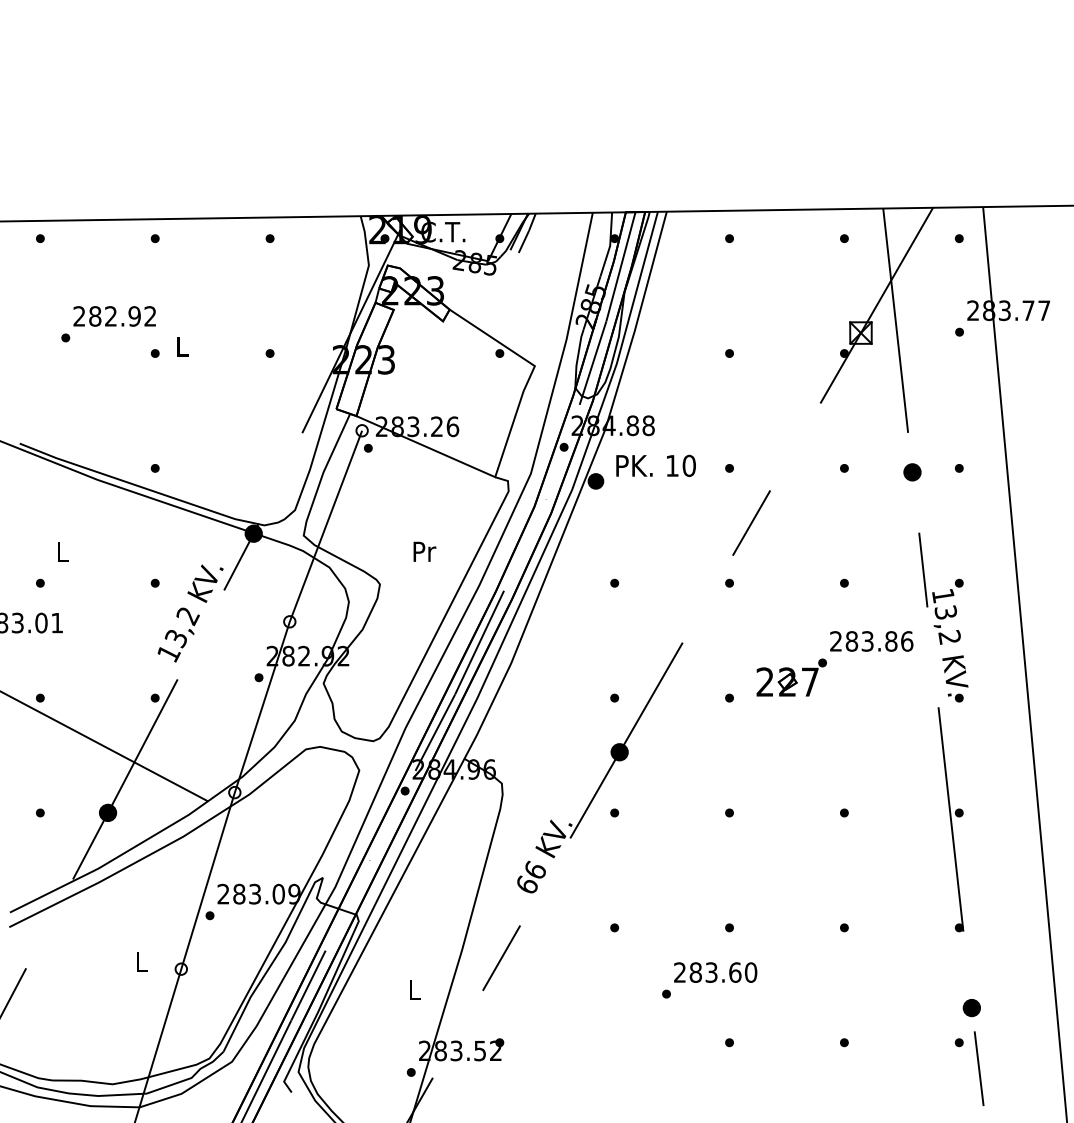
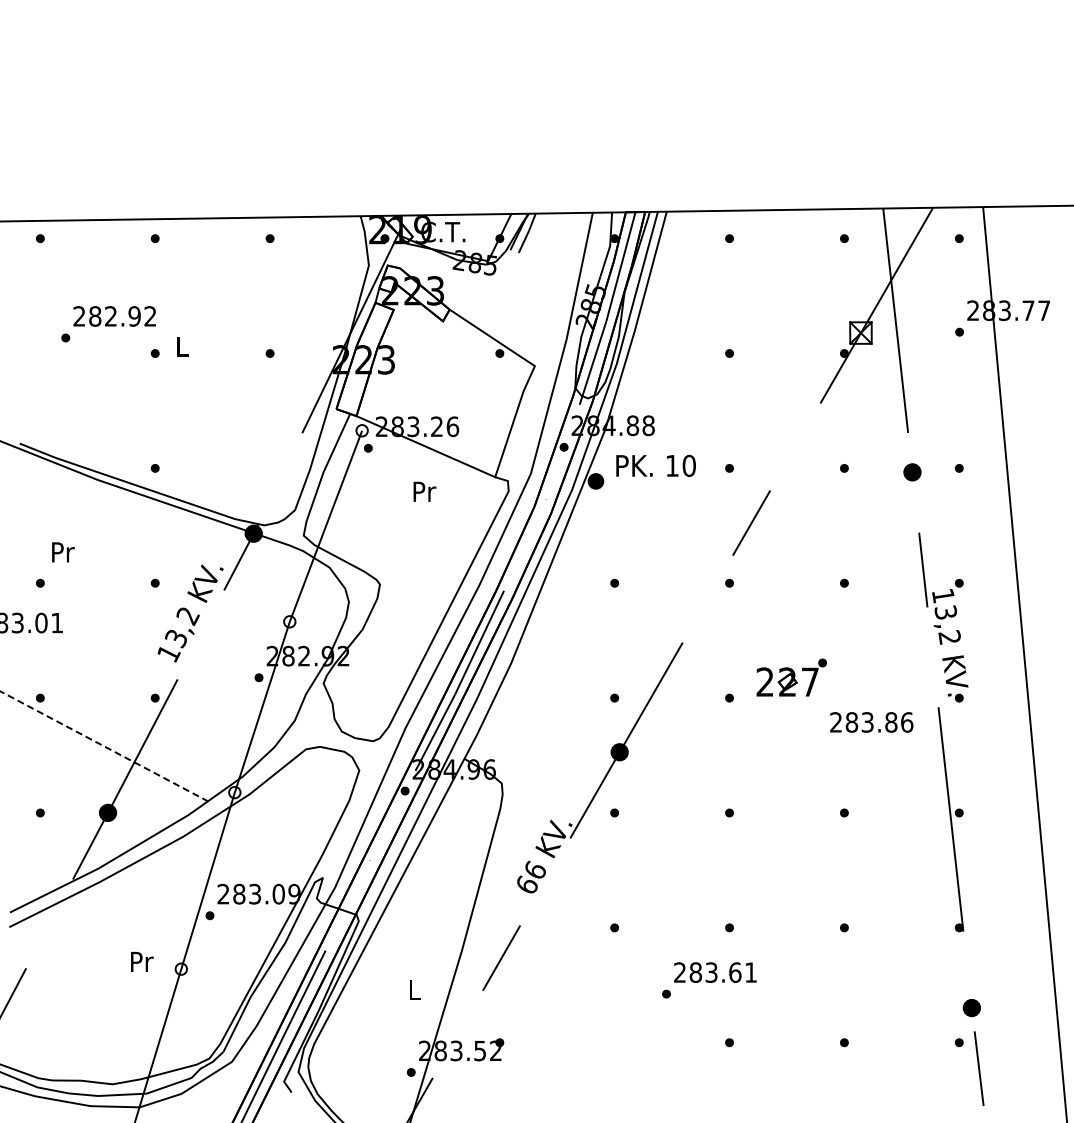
text at (424, 551) position: (424, 551) -> (424, 491)
text at (63, 552): L -> Pr
text at (871, 641) position: (871, 641) -> (871, 722)
line at (104, 746): solid -> dashed
text at (142, 961): L -> Pr
text at (750, 972): 283.60 -> 283.61
